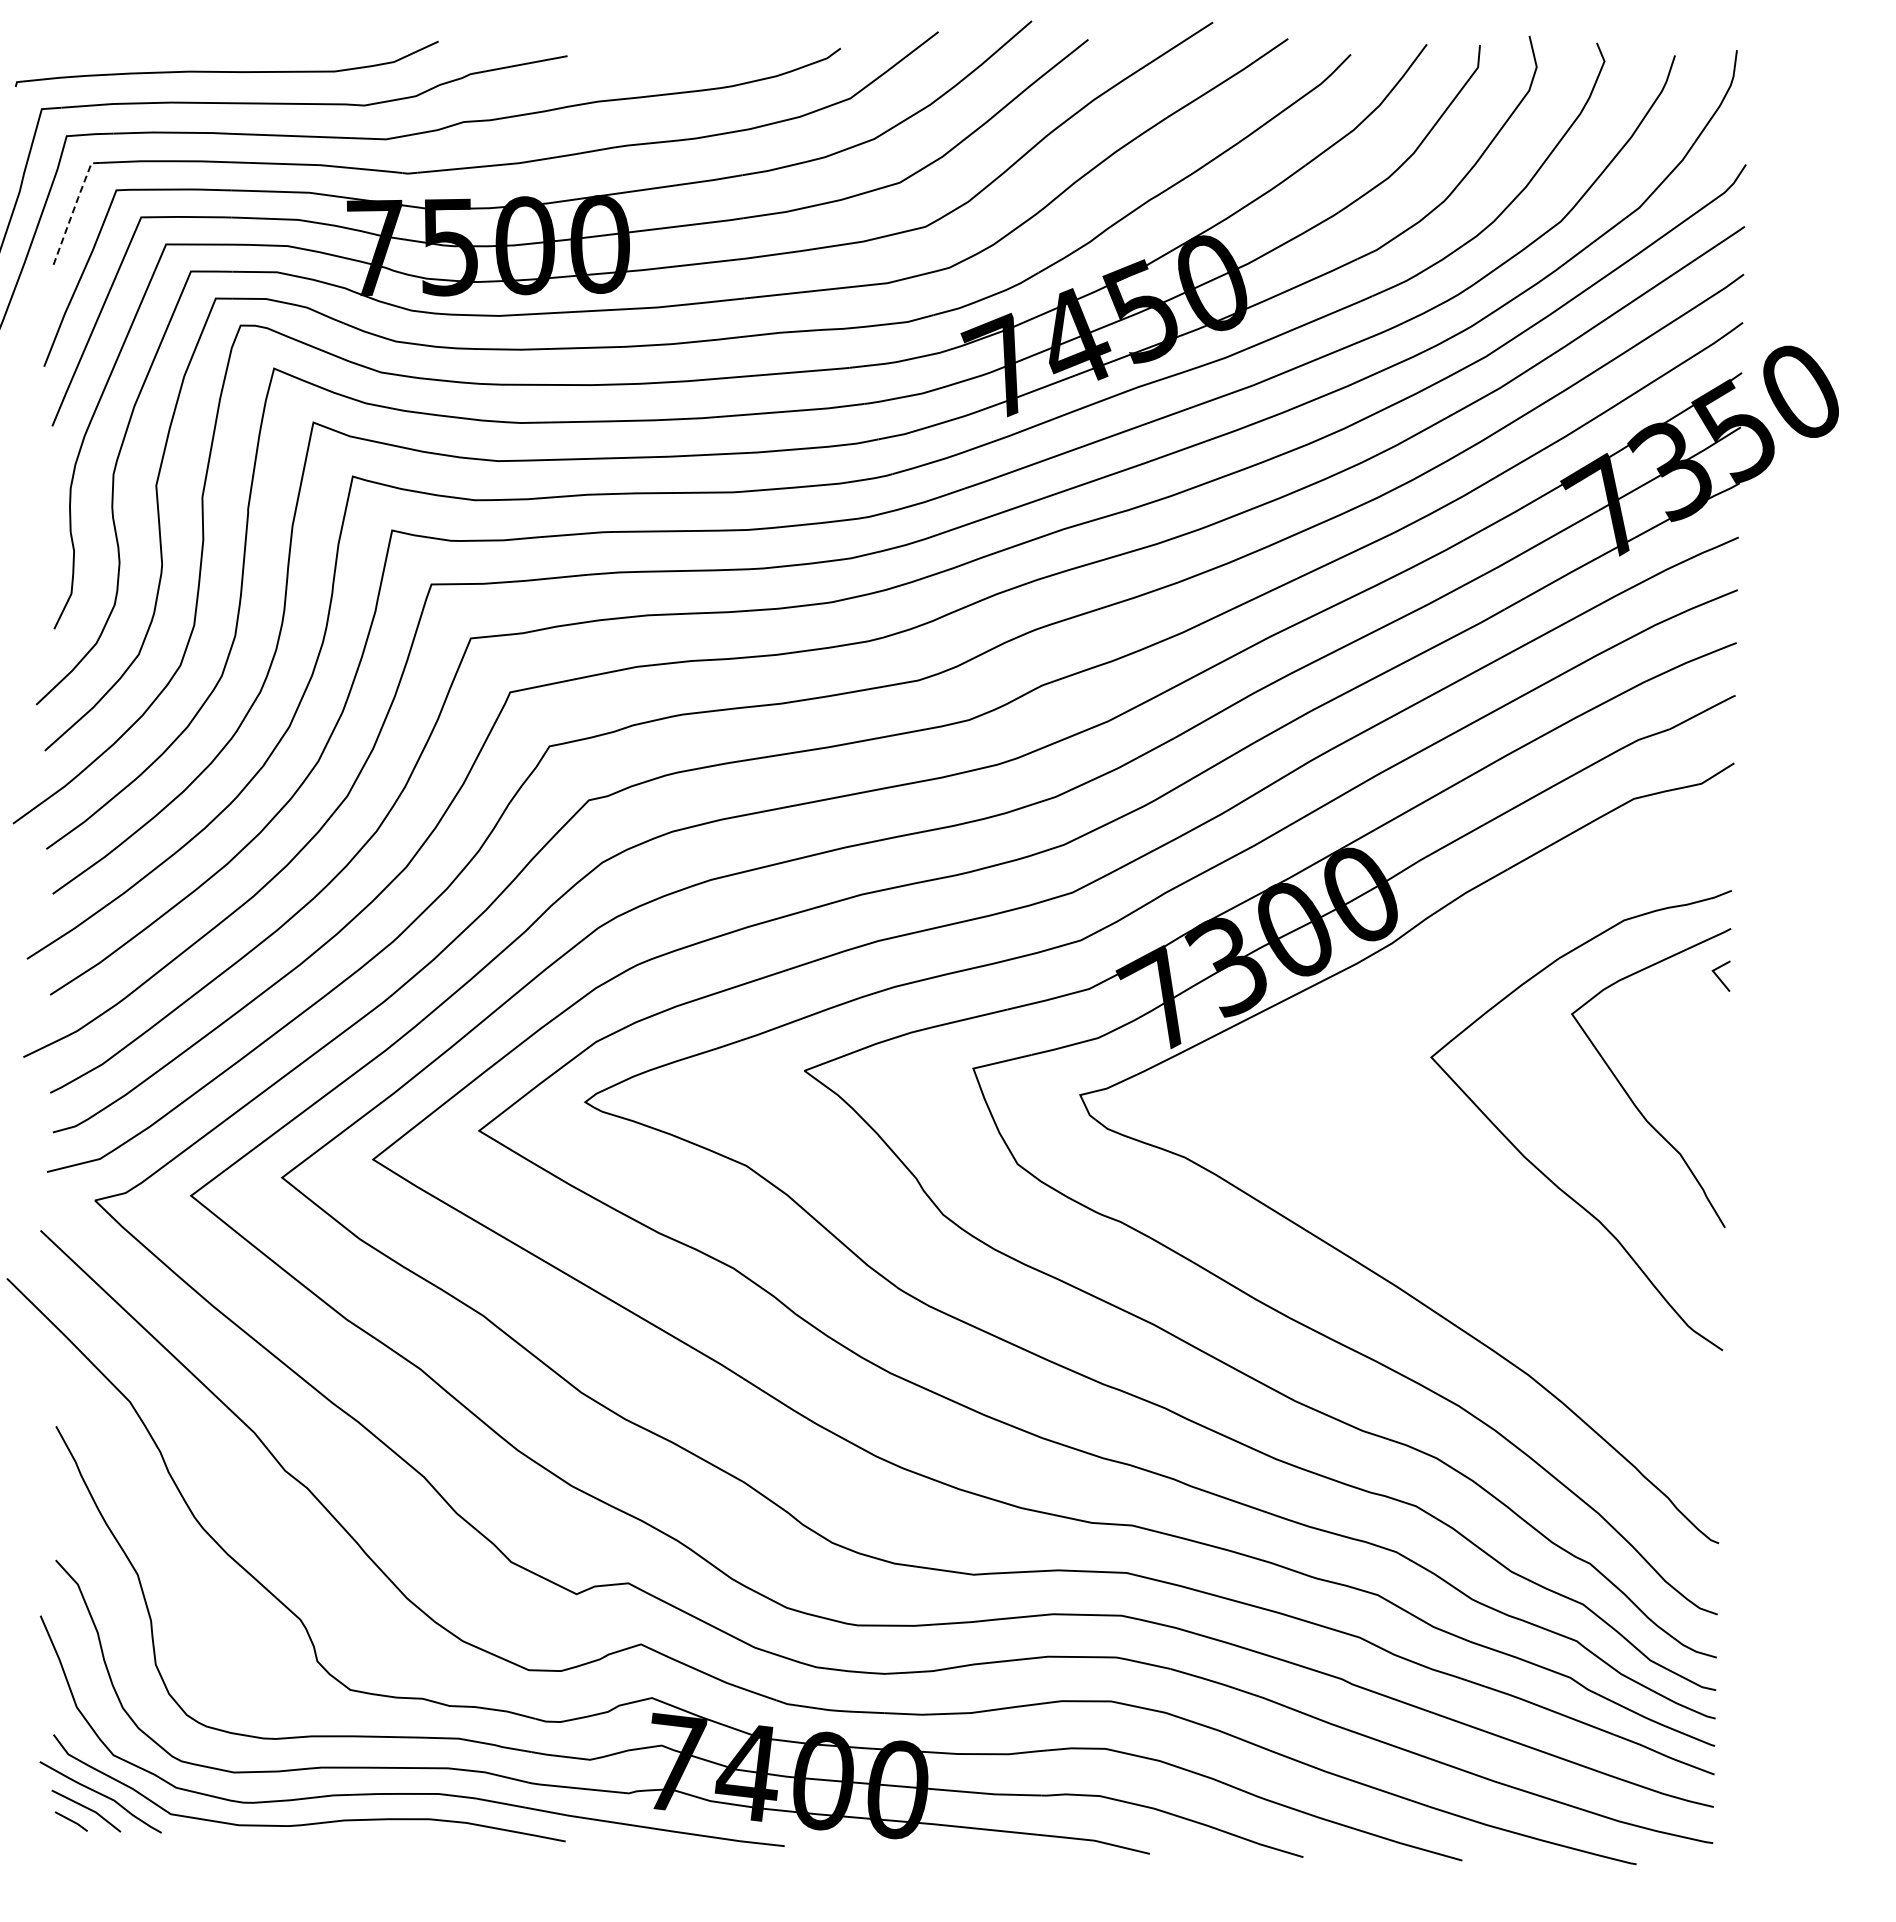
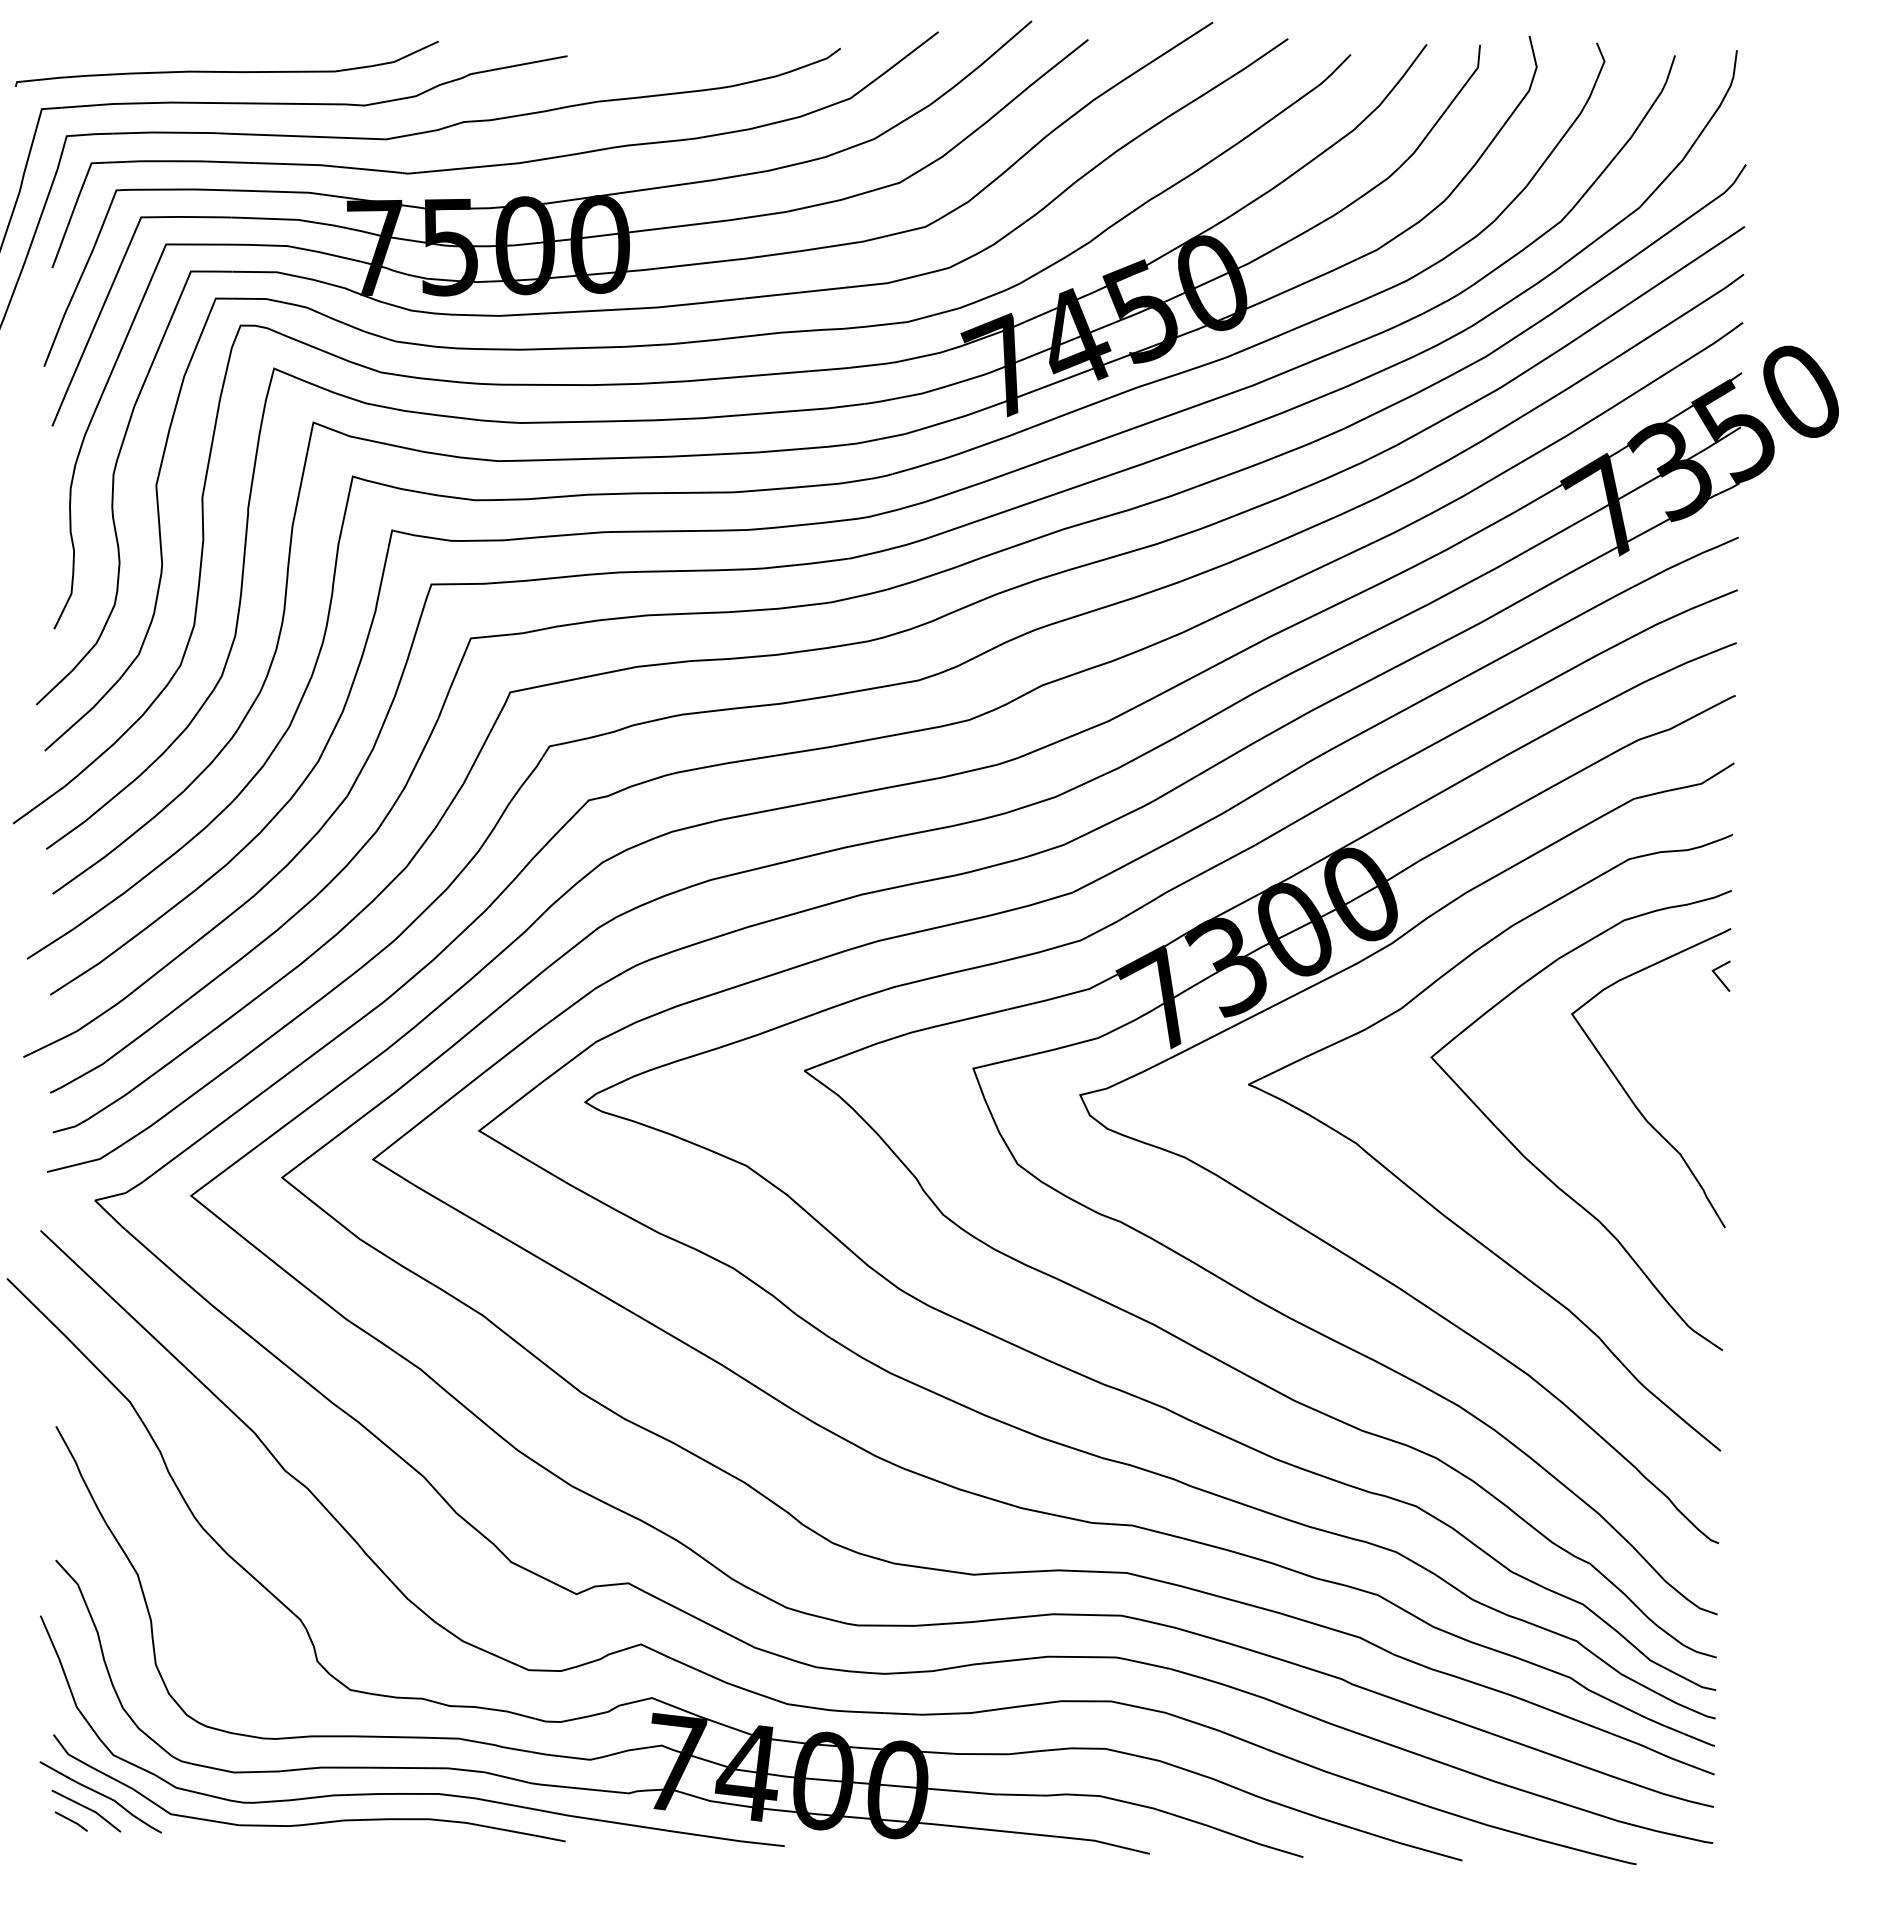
line at (73, 210): dashed -> solid
curve at (1438, 1209): none -> present
